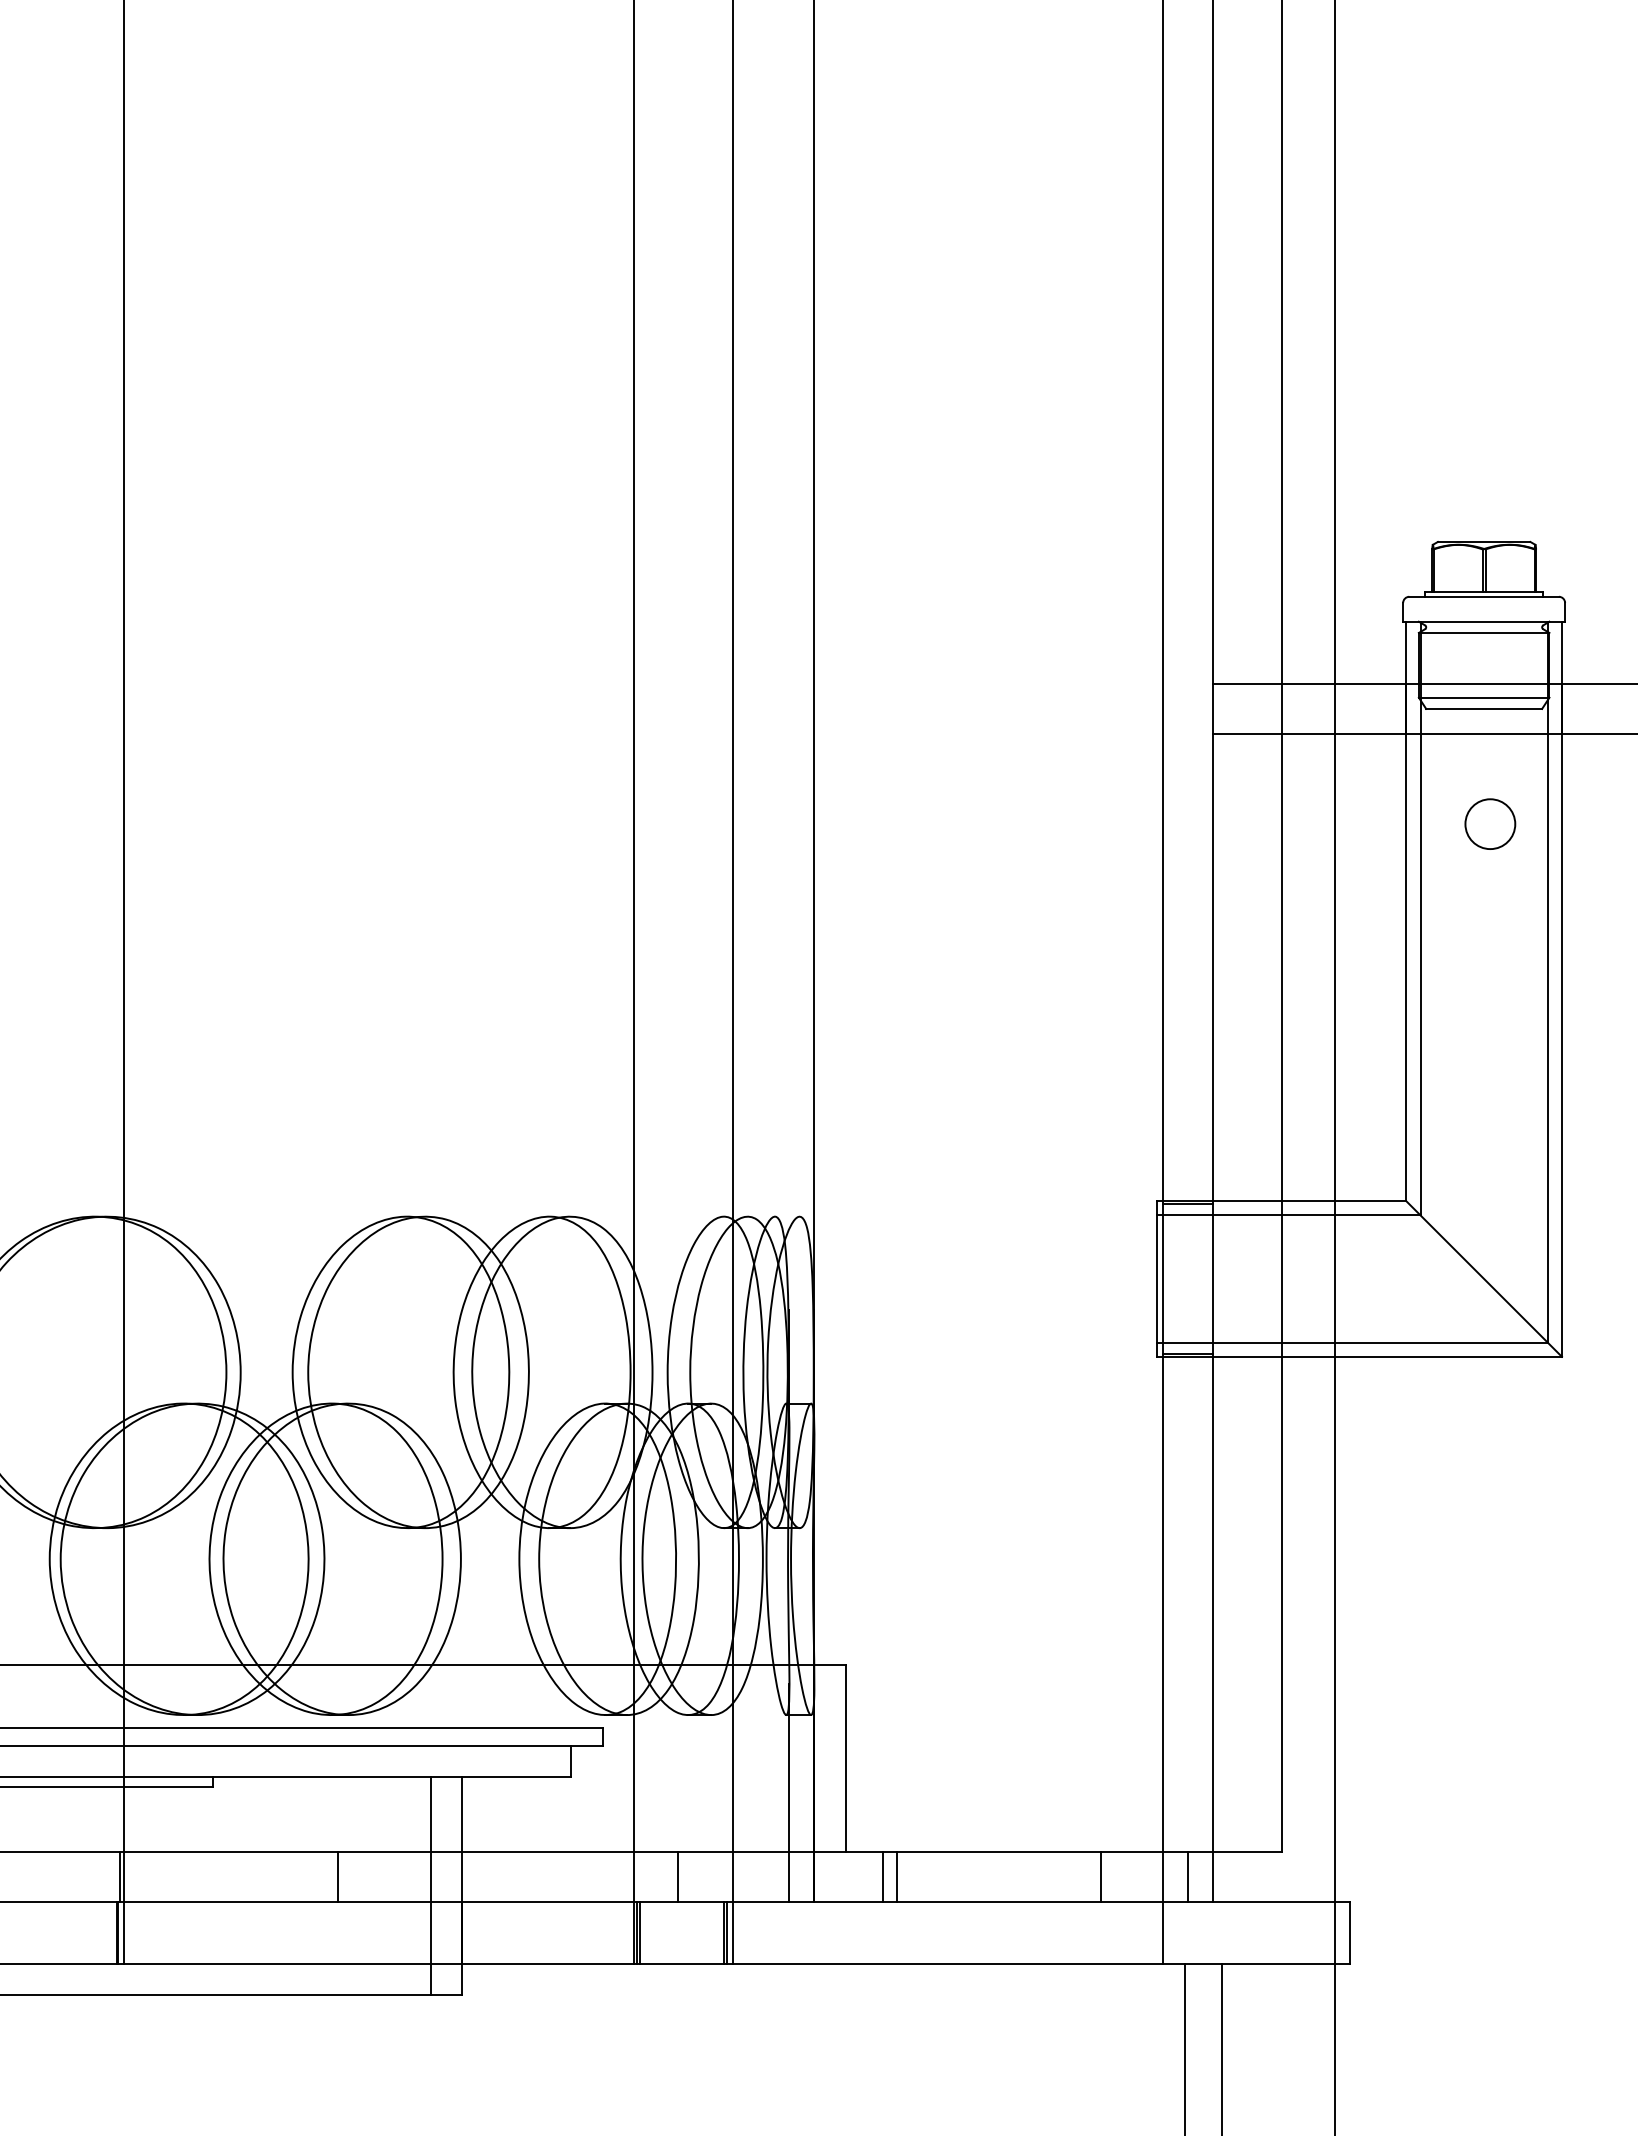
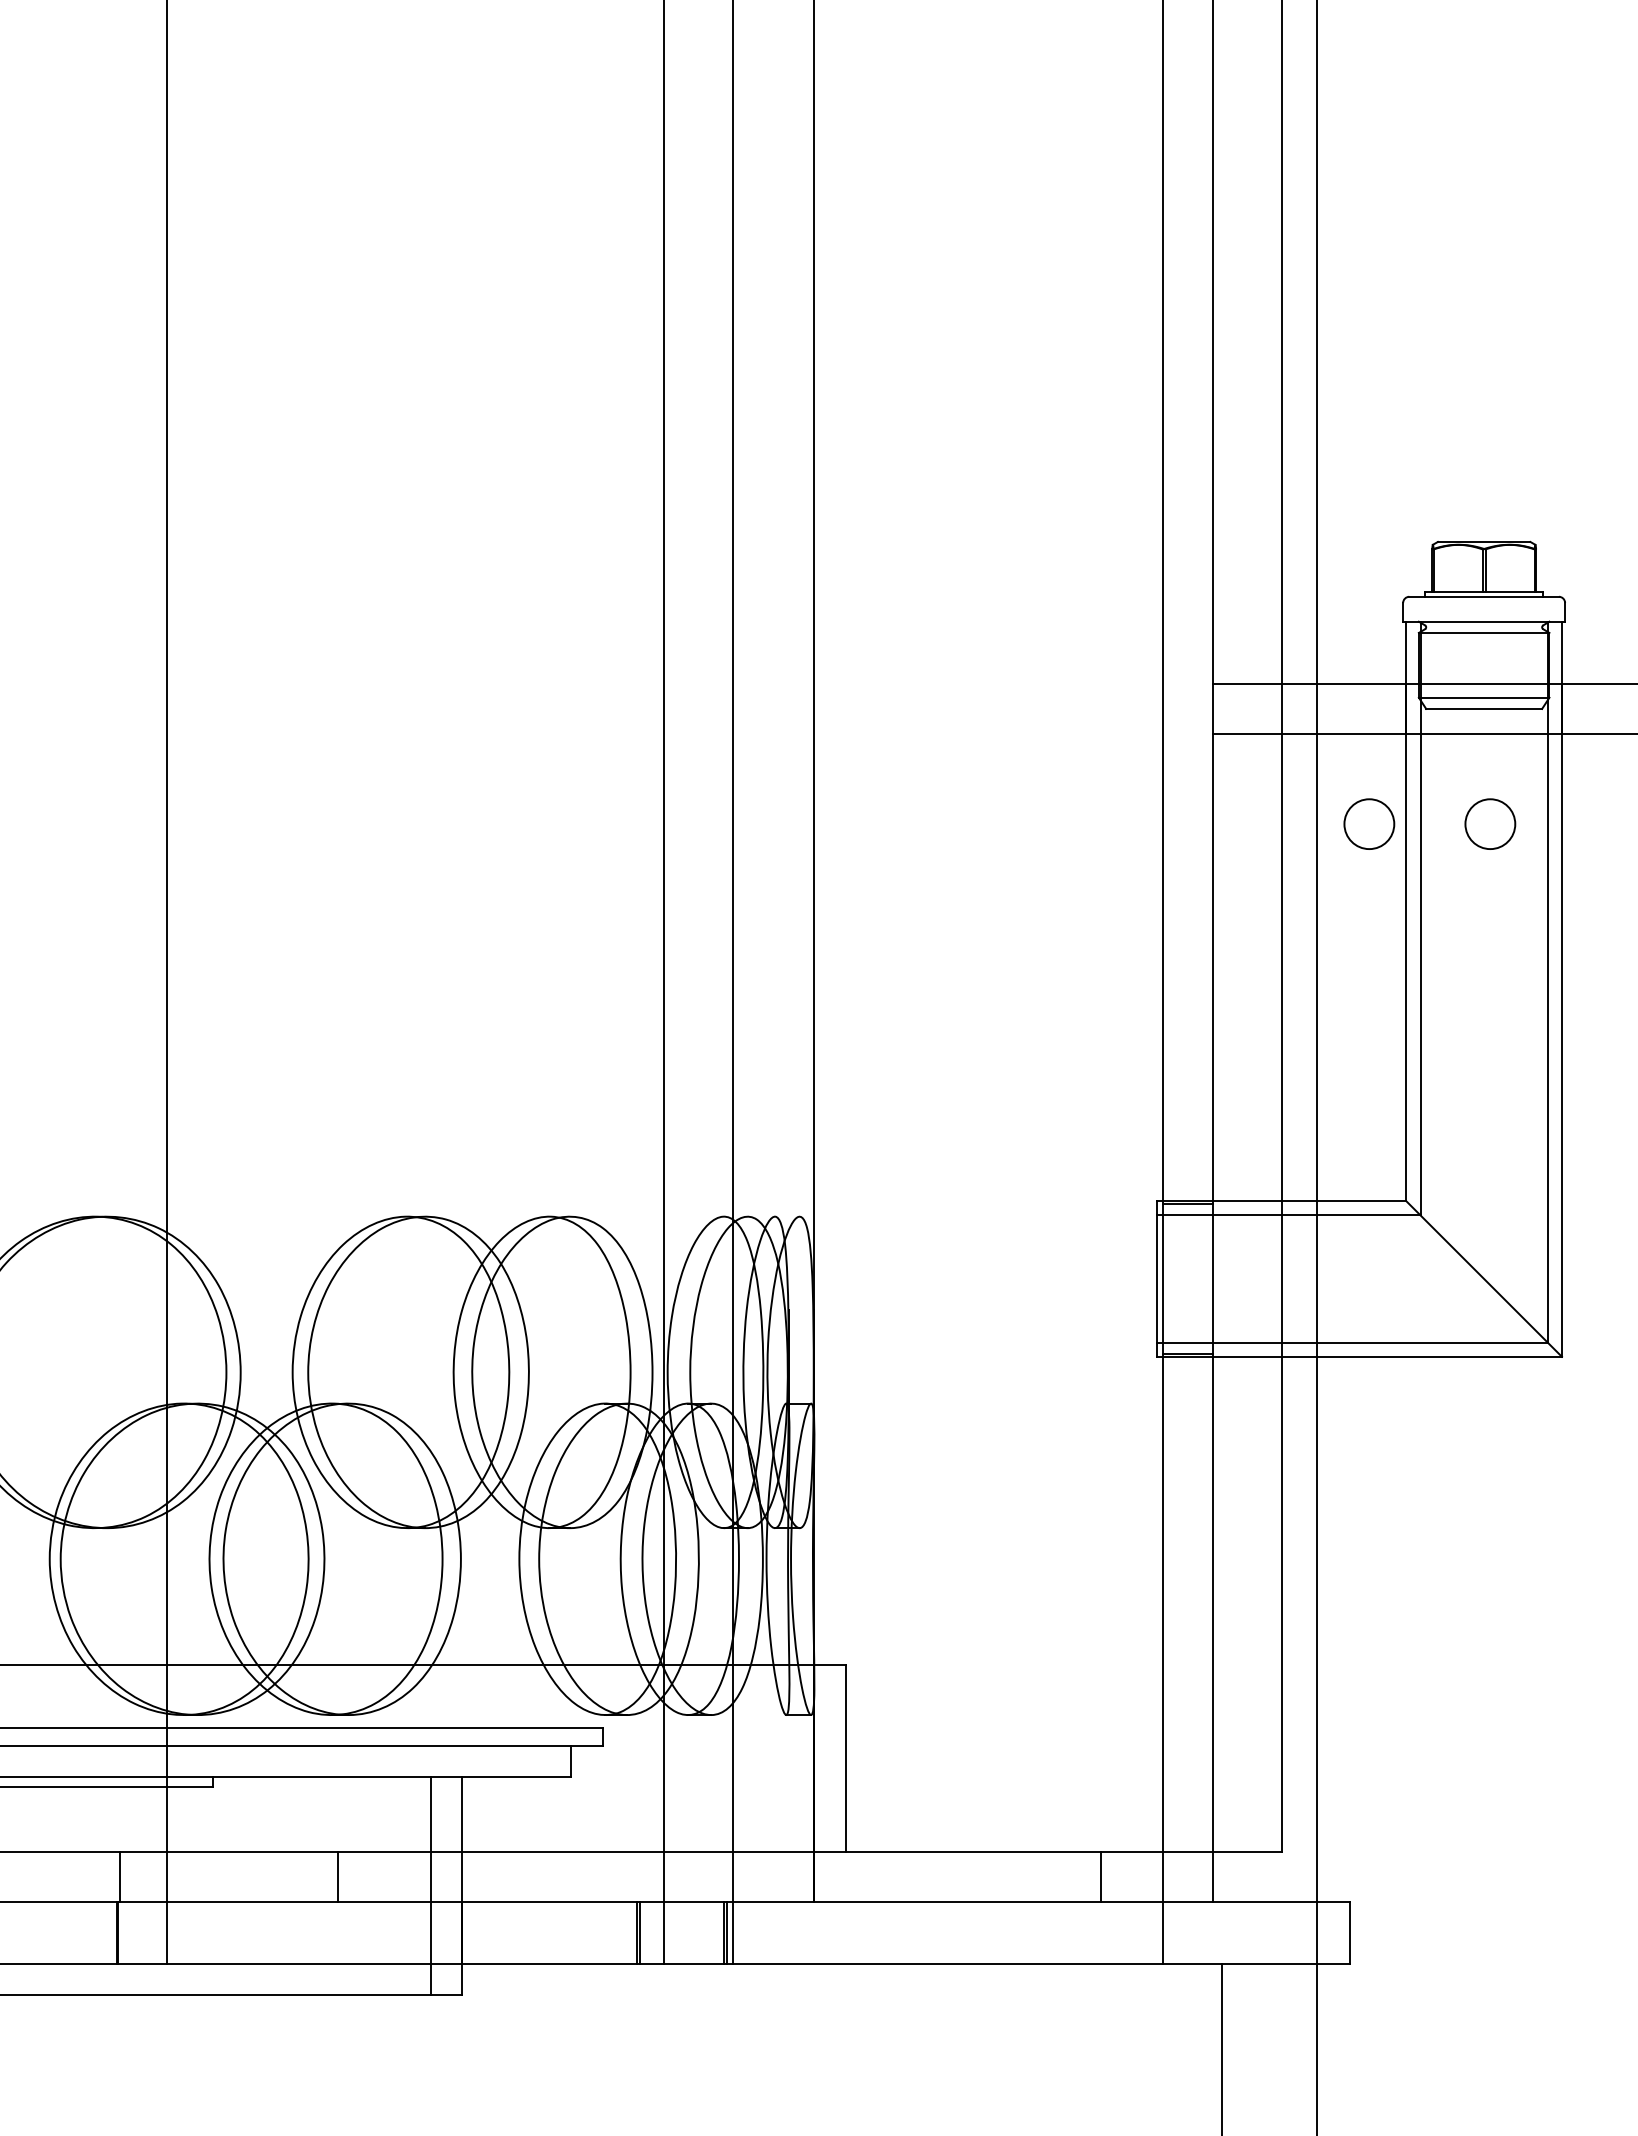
circle at (1369, 823): none -> present
line at (124, 983) position: (124, 983) -> (167, 983)
line at (633, 983) position: (633, 983) -> (663, 983)
line at (1334, 1067) position: (1334, 1067) -> (1316, 1067)
line at (789, 1793): present -> none
line at (678, 1877): present -> none
line at (882, 1877): present -> none
line at (896, 1877): present -> none
line at (1188, 1877): present -> none
line at (1185, 2048): present -> none
